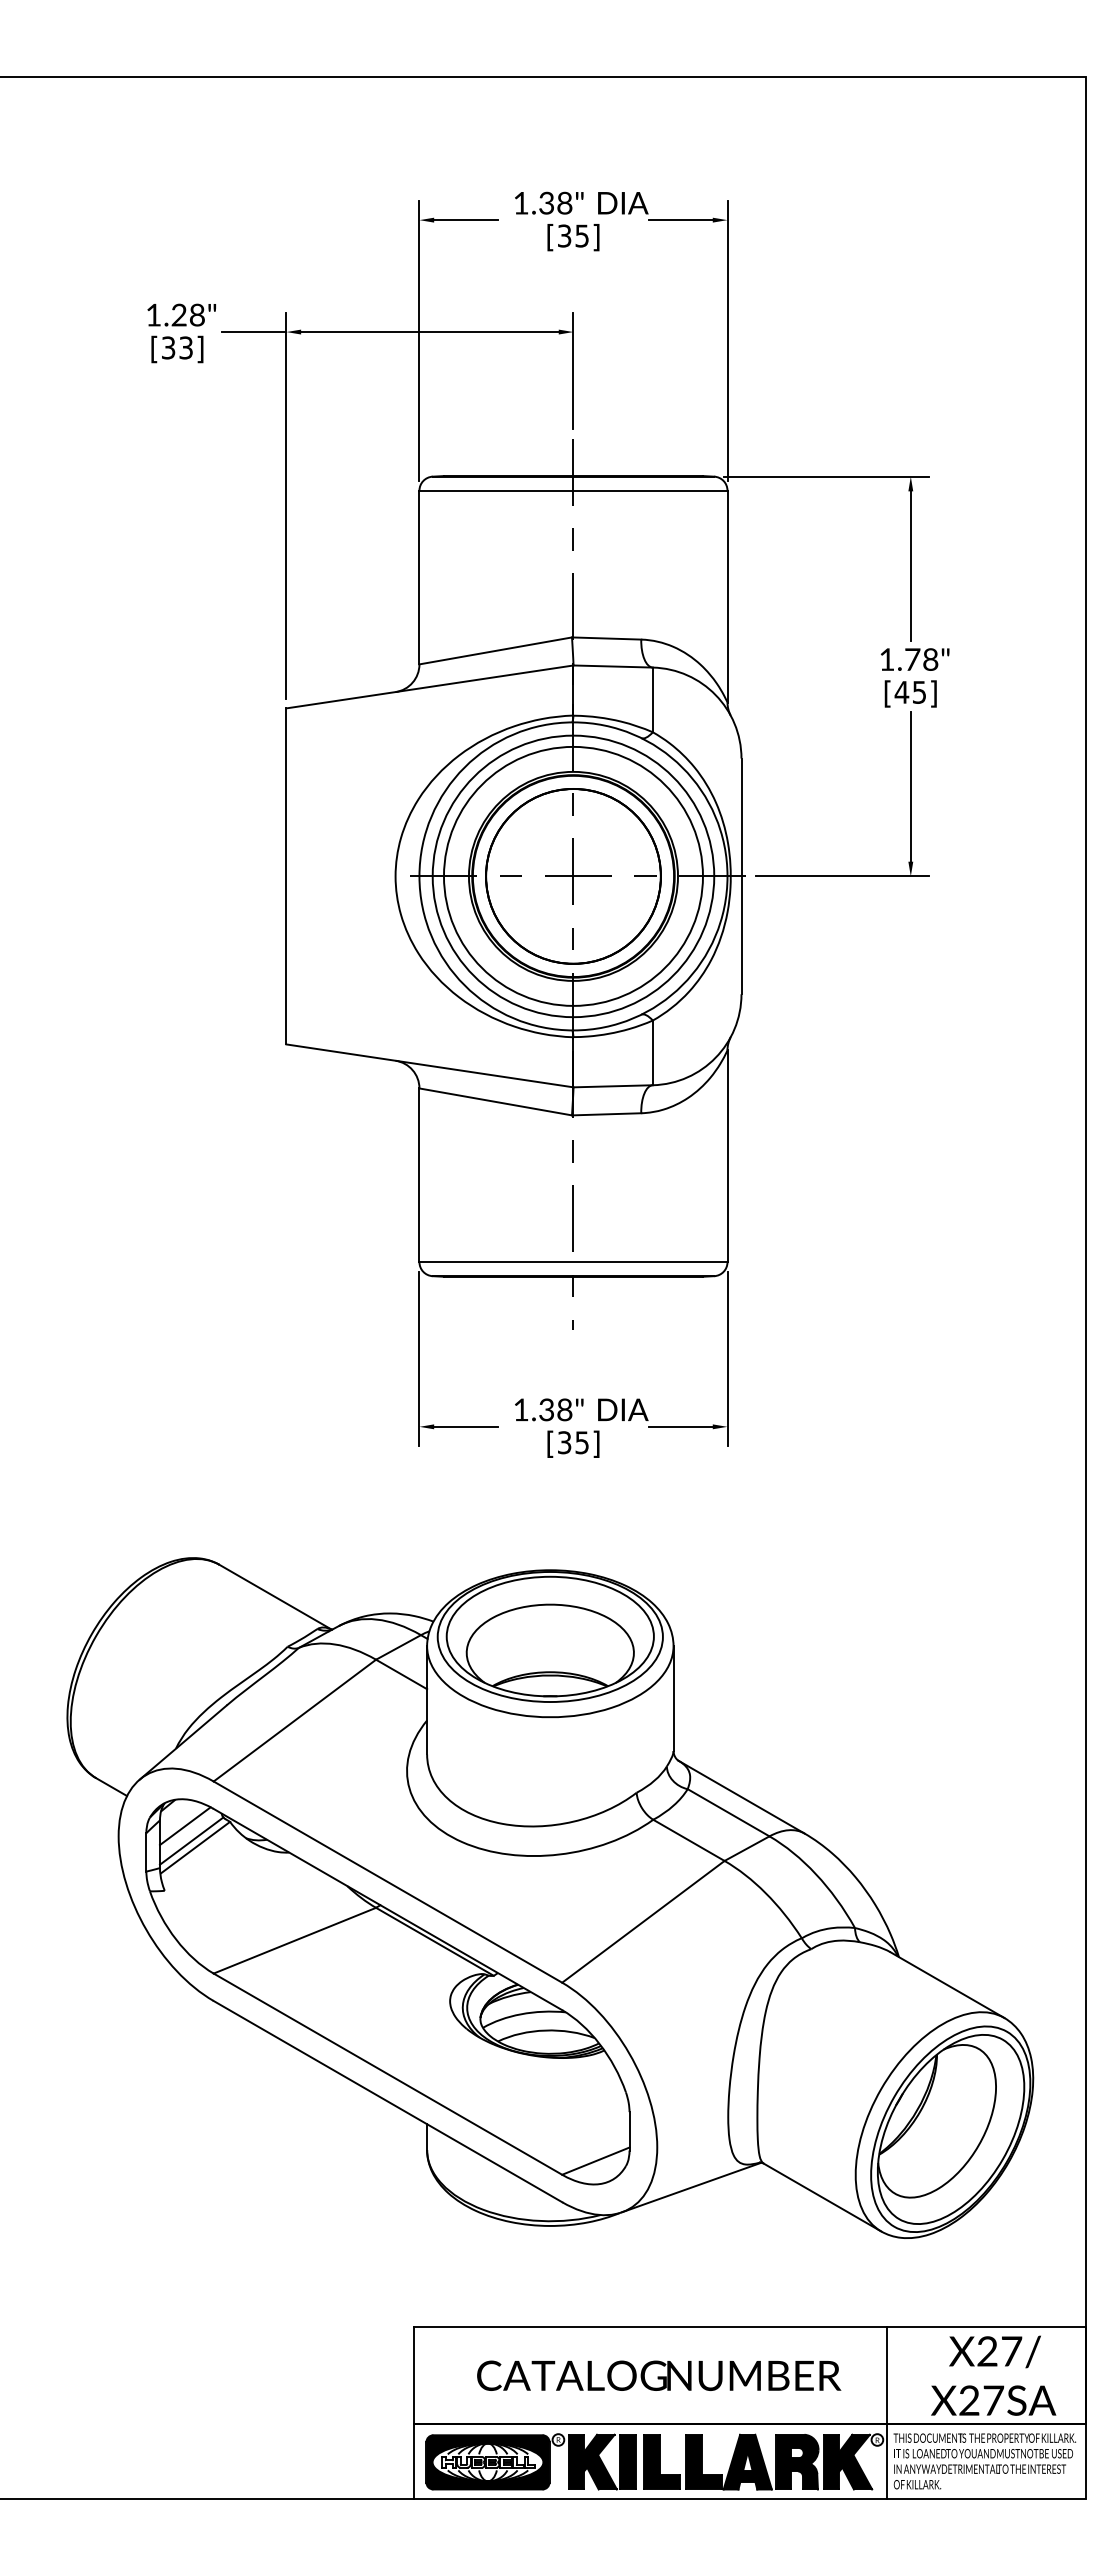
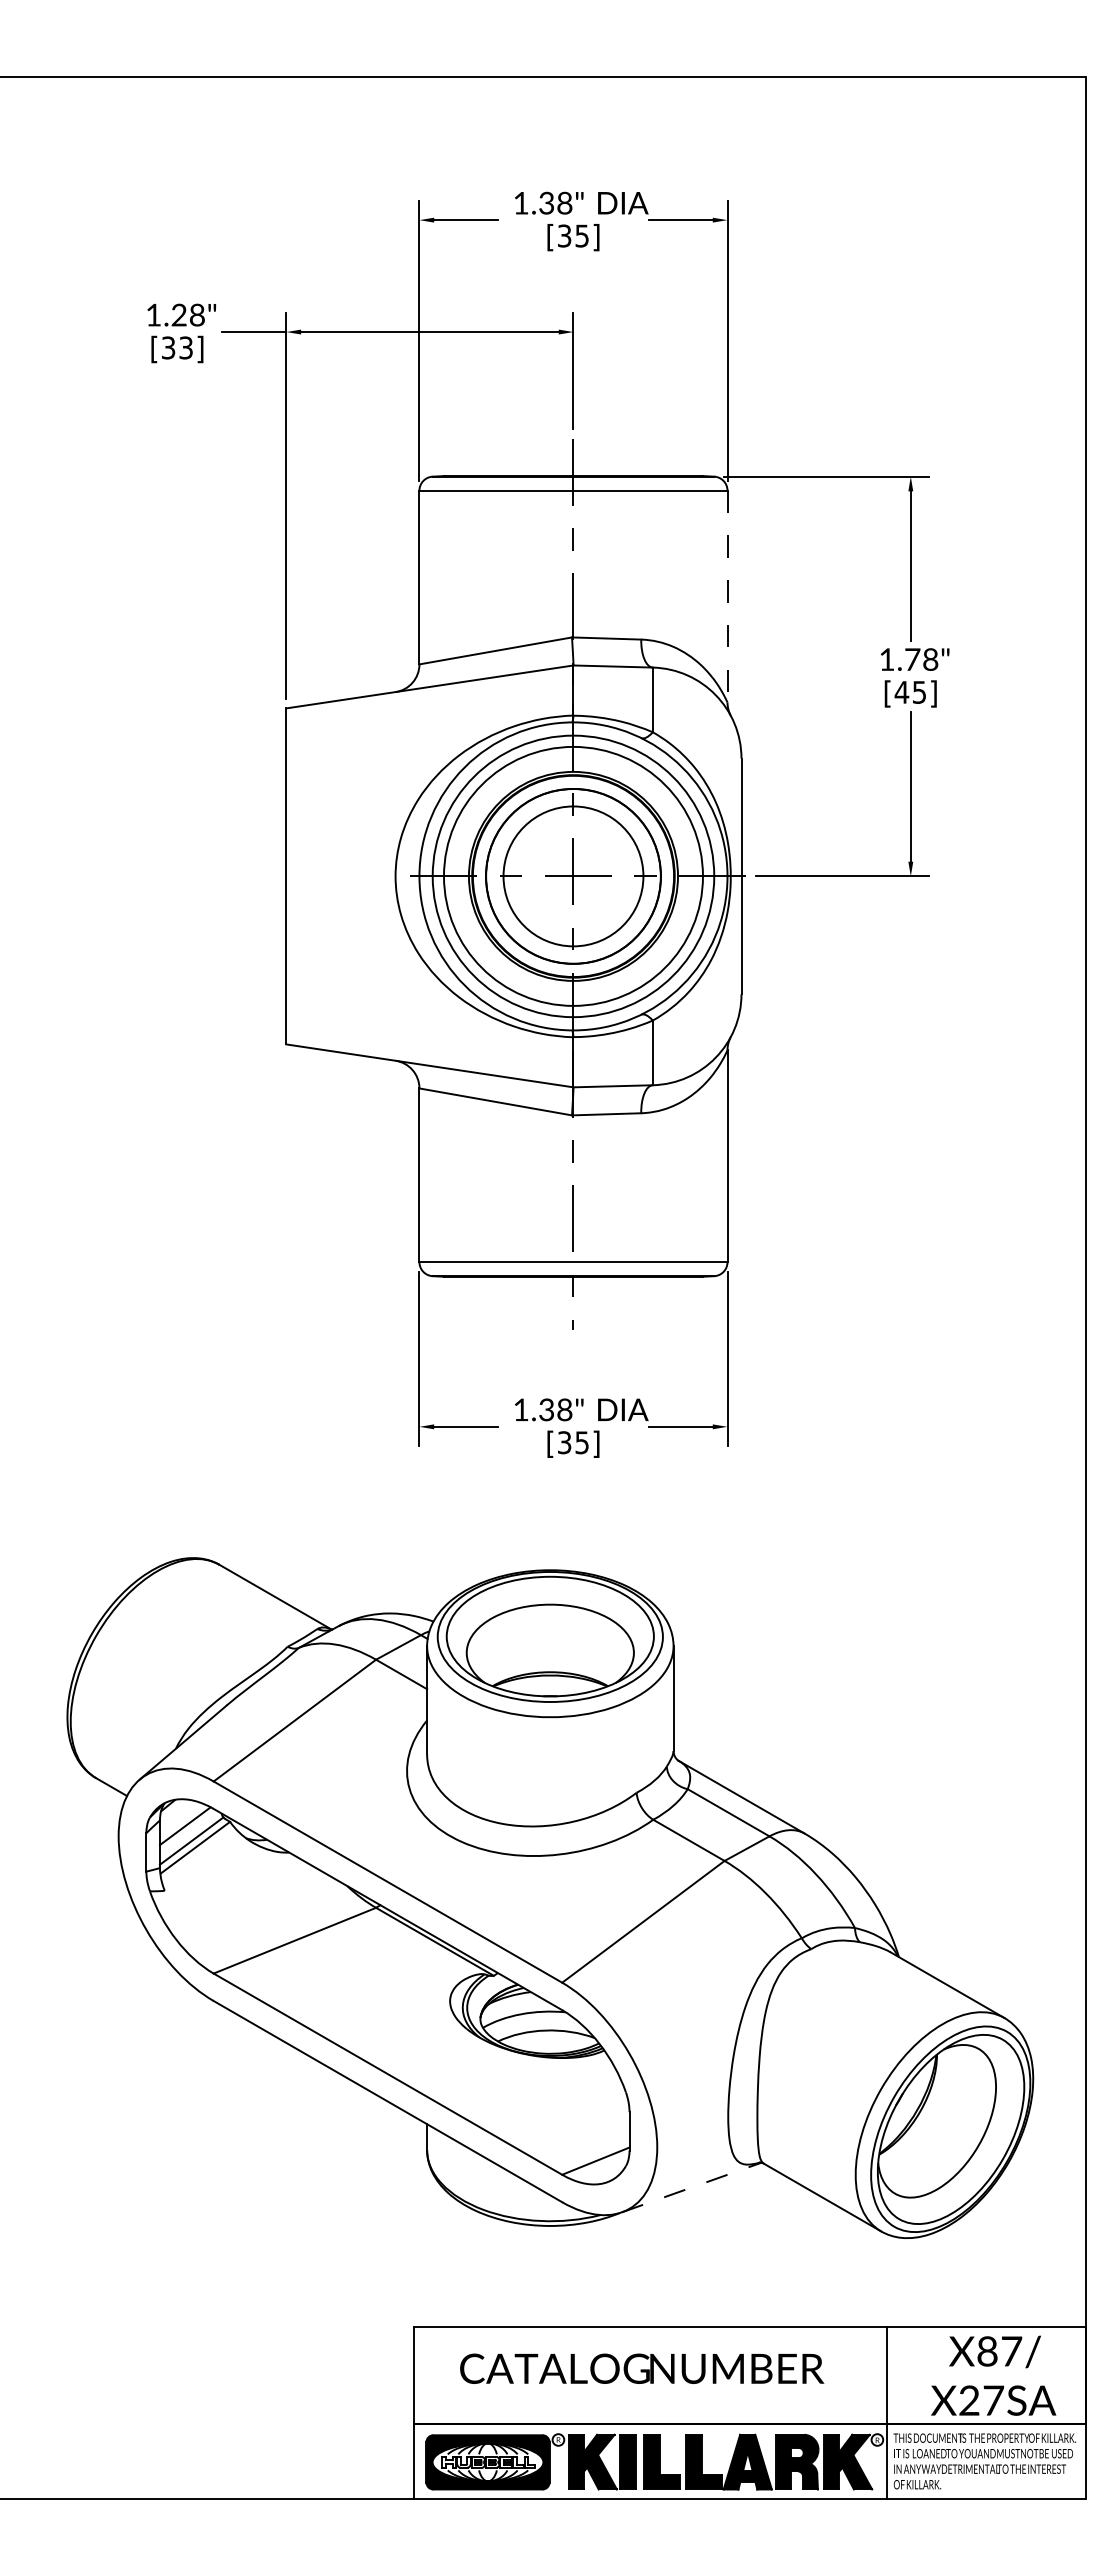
line at (727, 596): solid -> dashed
circle at (573, 875) diameter: 175 px -> 140 px
line at (692, 2187): solid -> dashed
text at (987, 2351): X27/ -> X87/
text at (659, 2375) position: (659, 2375) -> (642, 2368)
